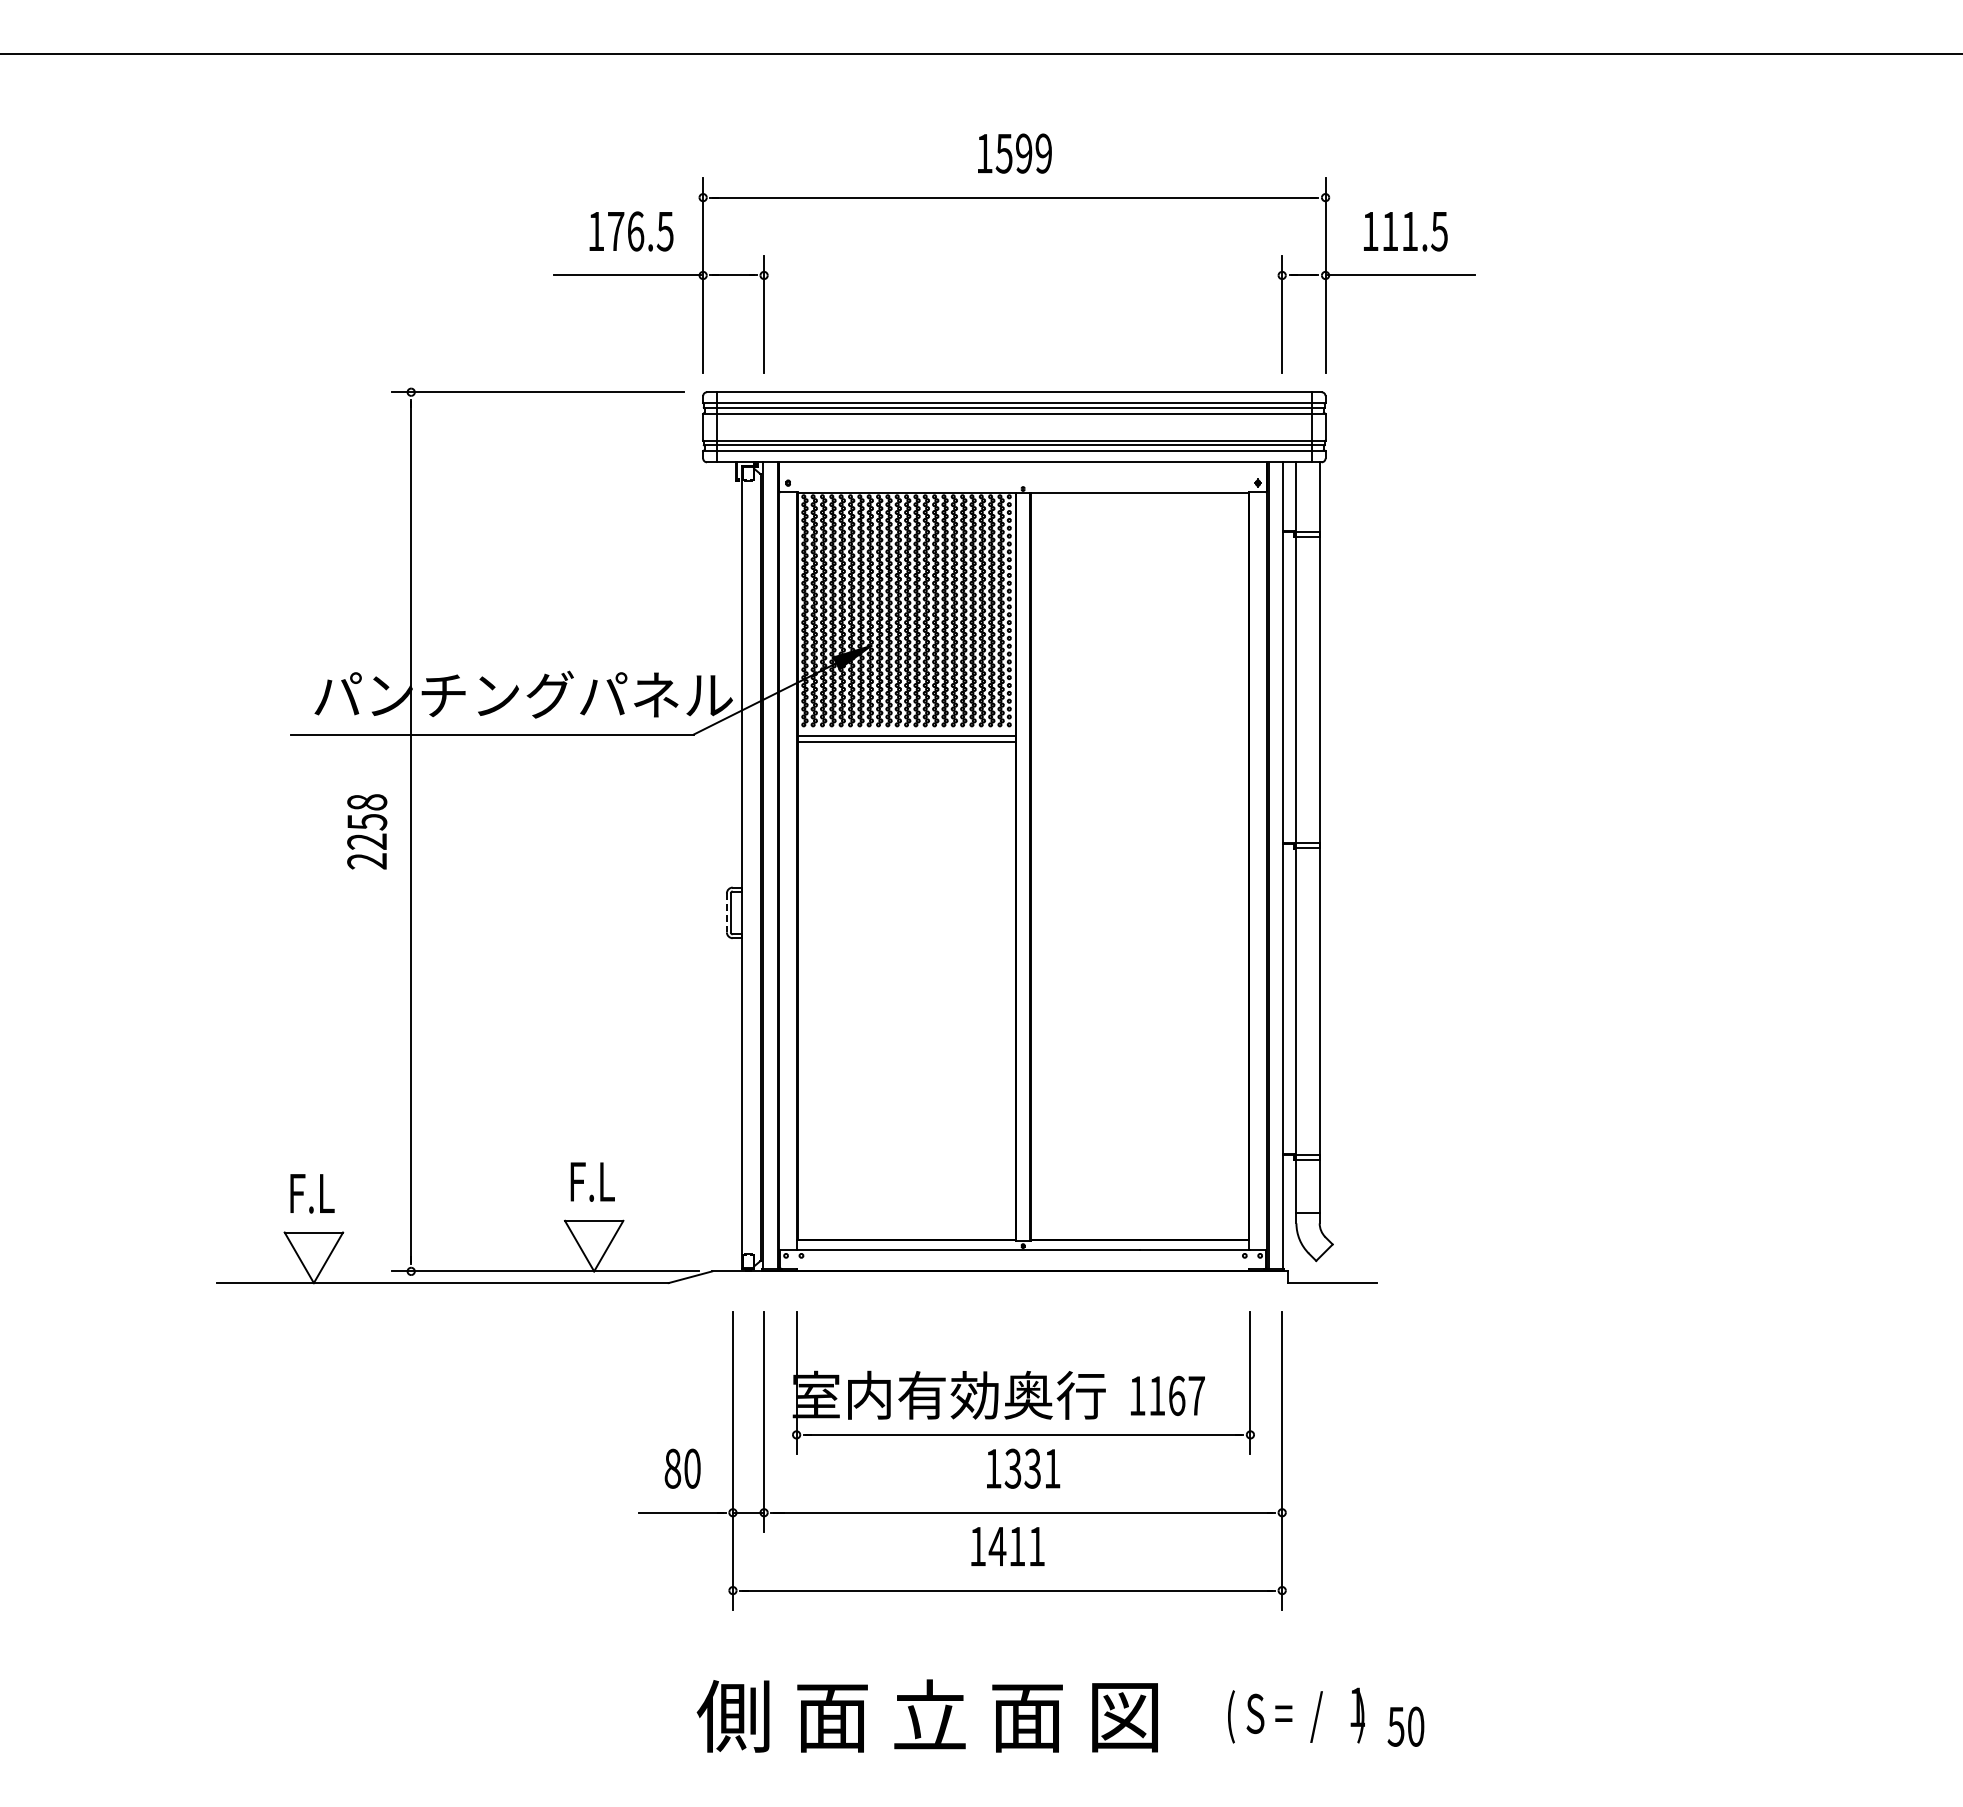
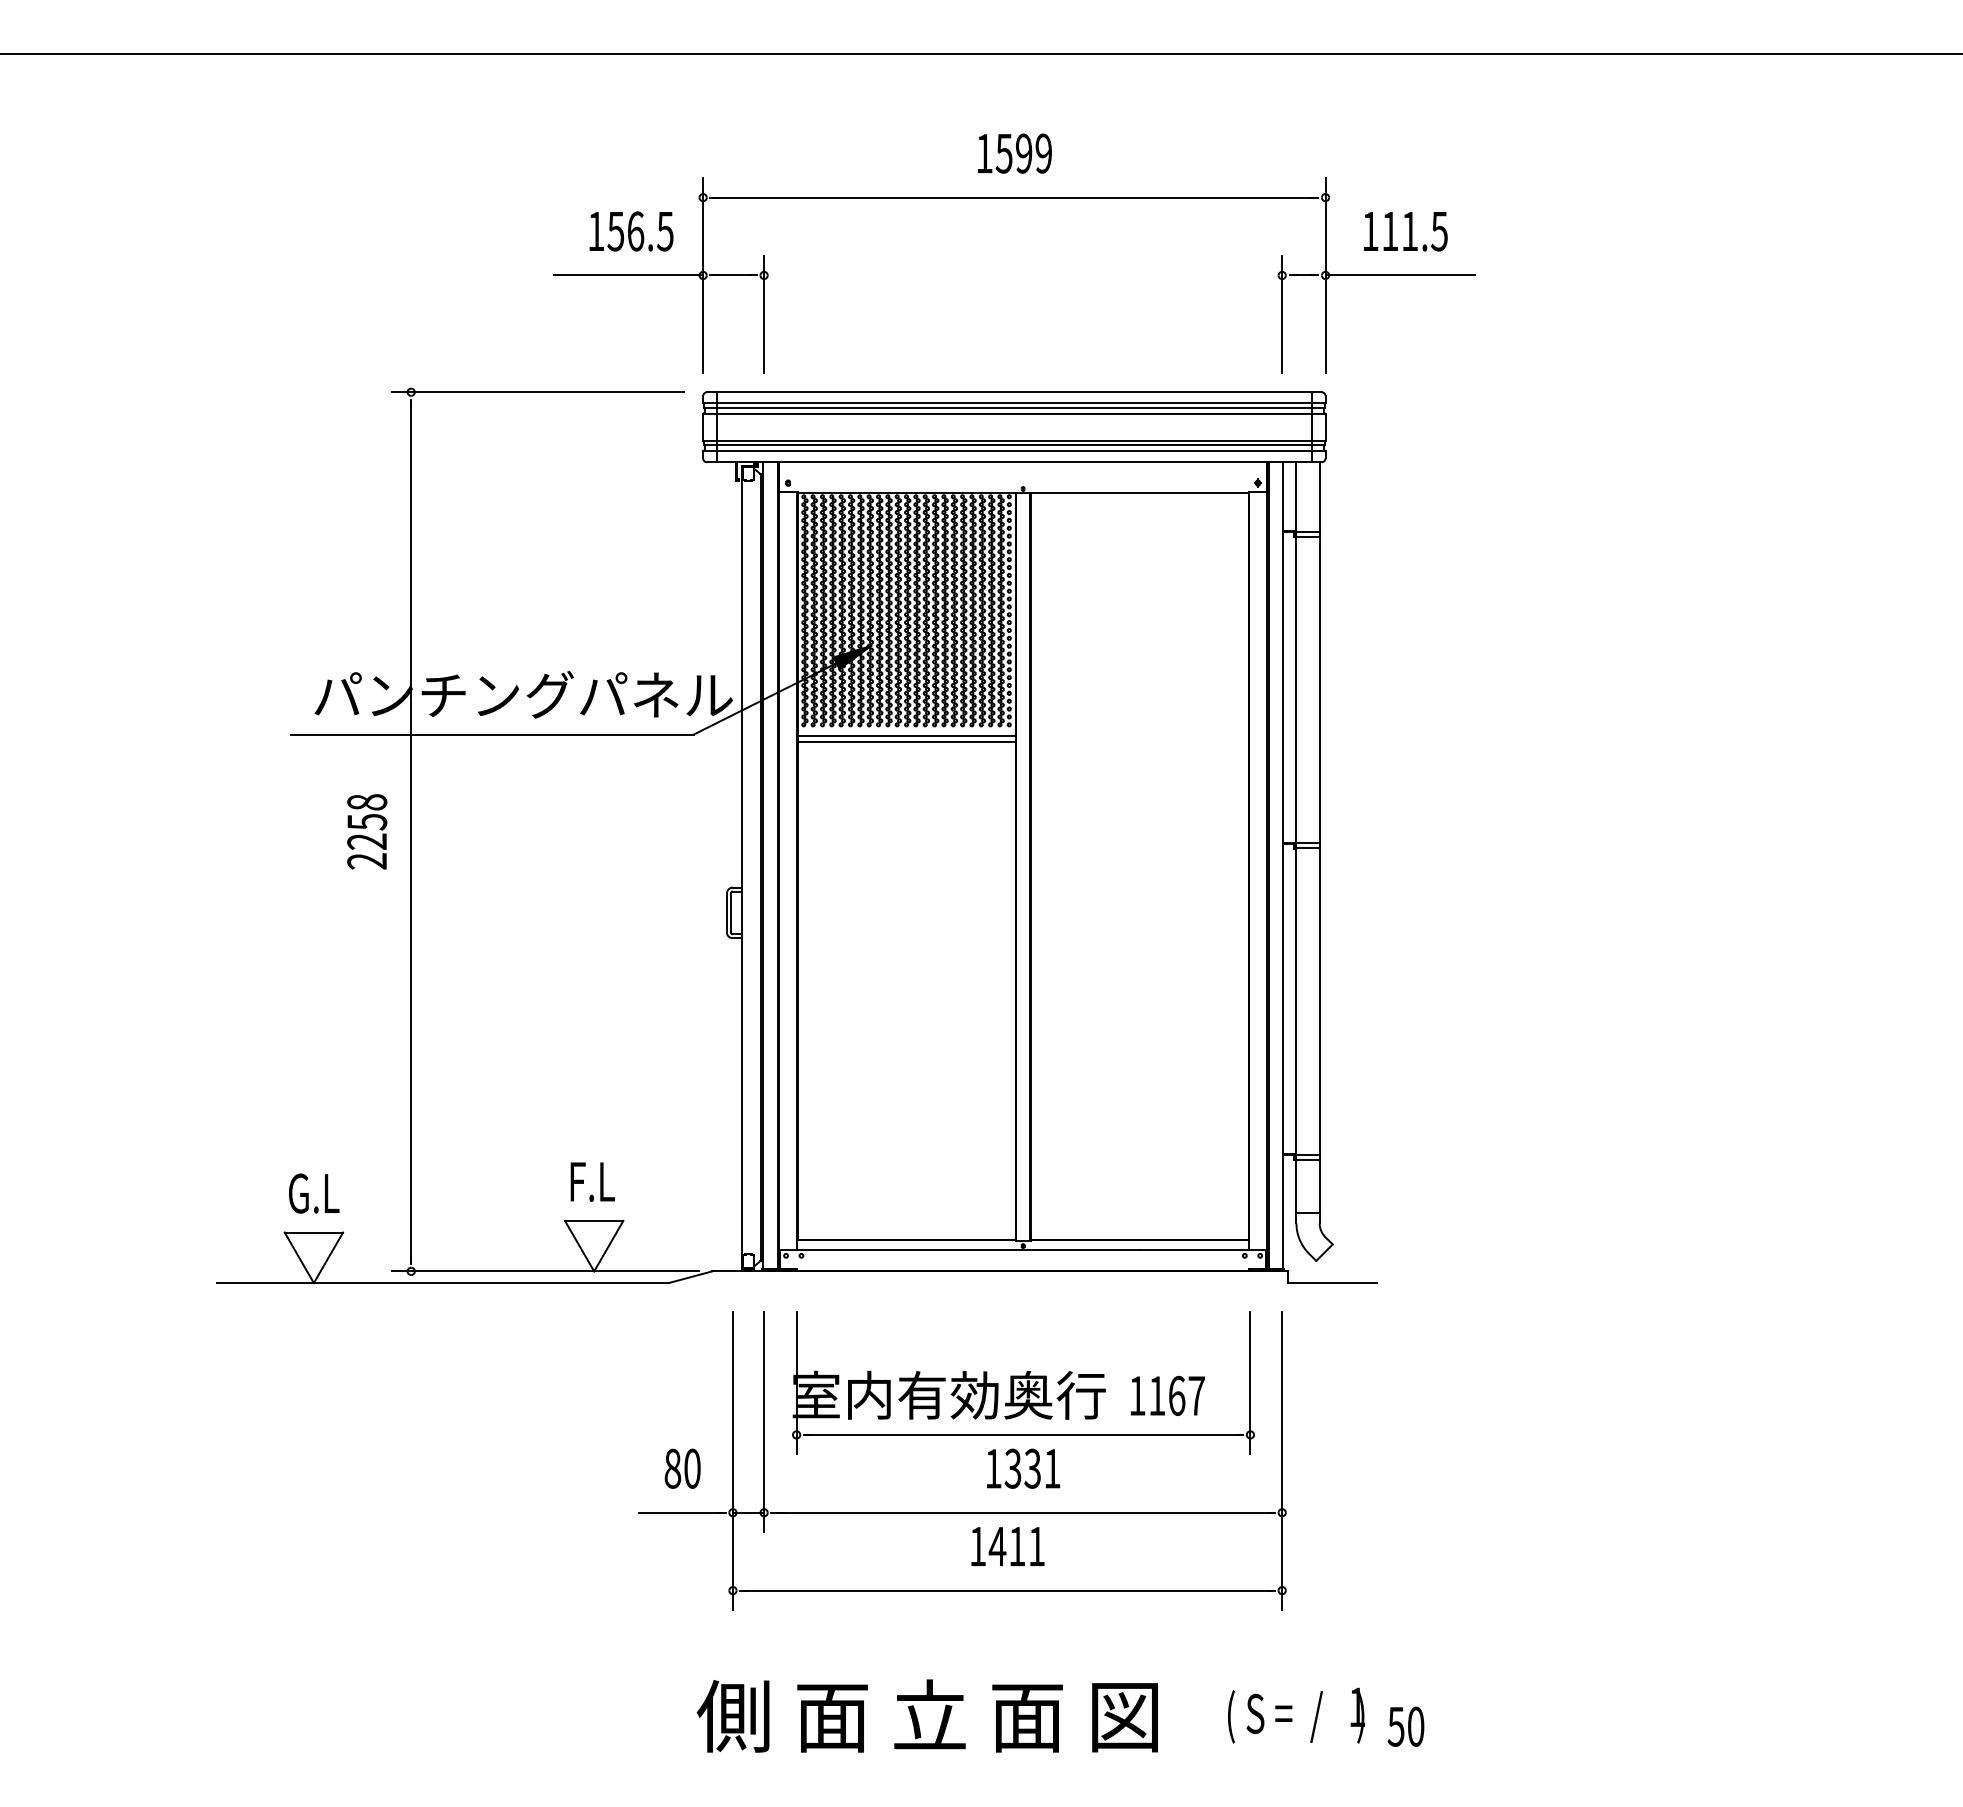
text at (615, 231): 176.5 -> 156.5
line at (726, 913): dashed -> solid
text at (314, 1193): F.L -> G.L
